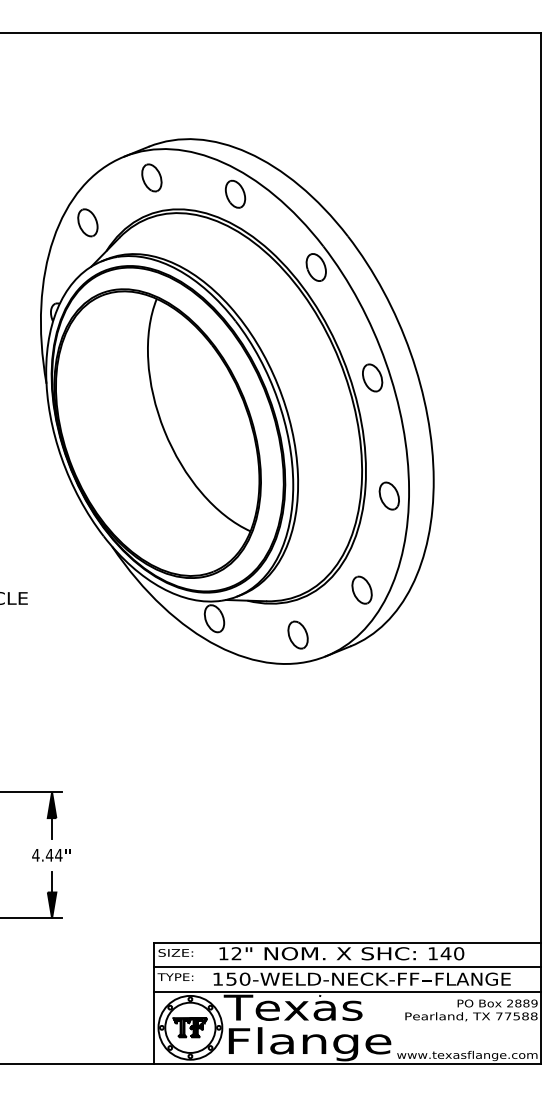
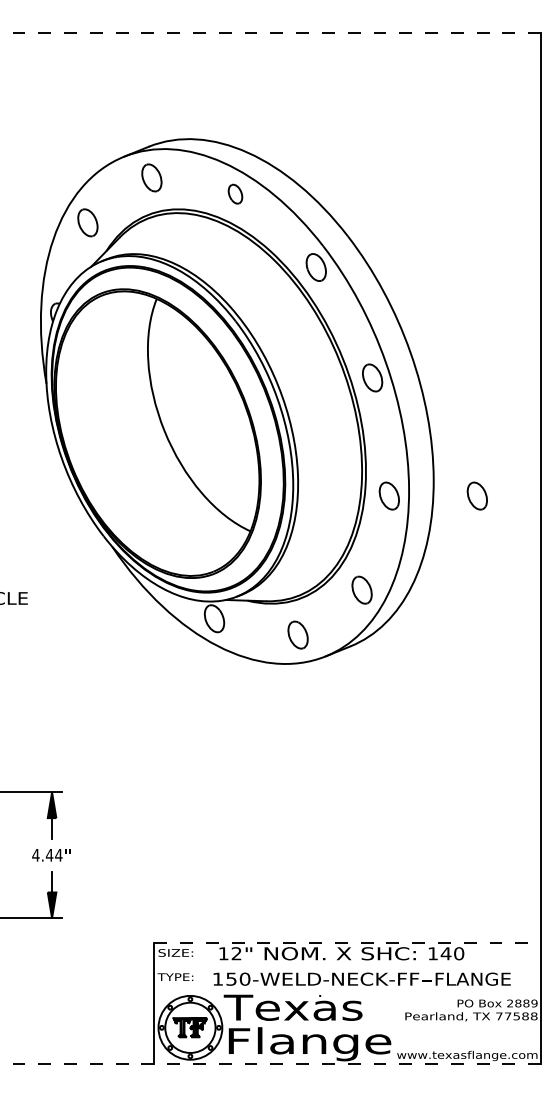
line at (271, 32): solid -> dashed
part at (235, 193) size: 23x30 px -> 17x22 px
part at (476, 495): none -> present
line at (348, 943): solid -> dashed
line at (347, 967): present -> none
line at (347, 991): present -> none
line at (271, 1064): solid -> dashed
